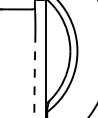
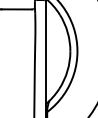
arc at (34, 76): dashed -> solid
